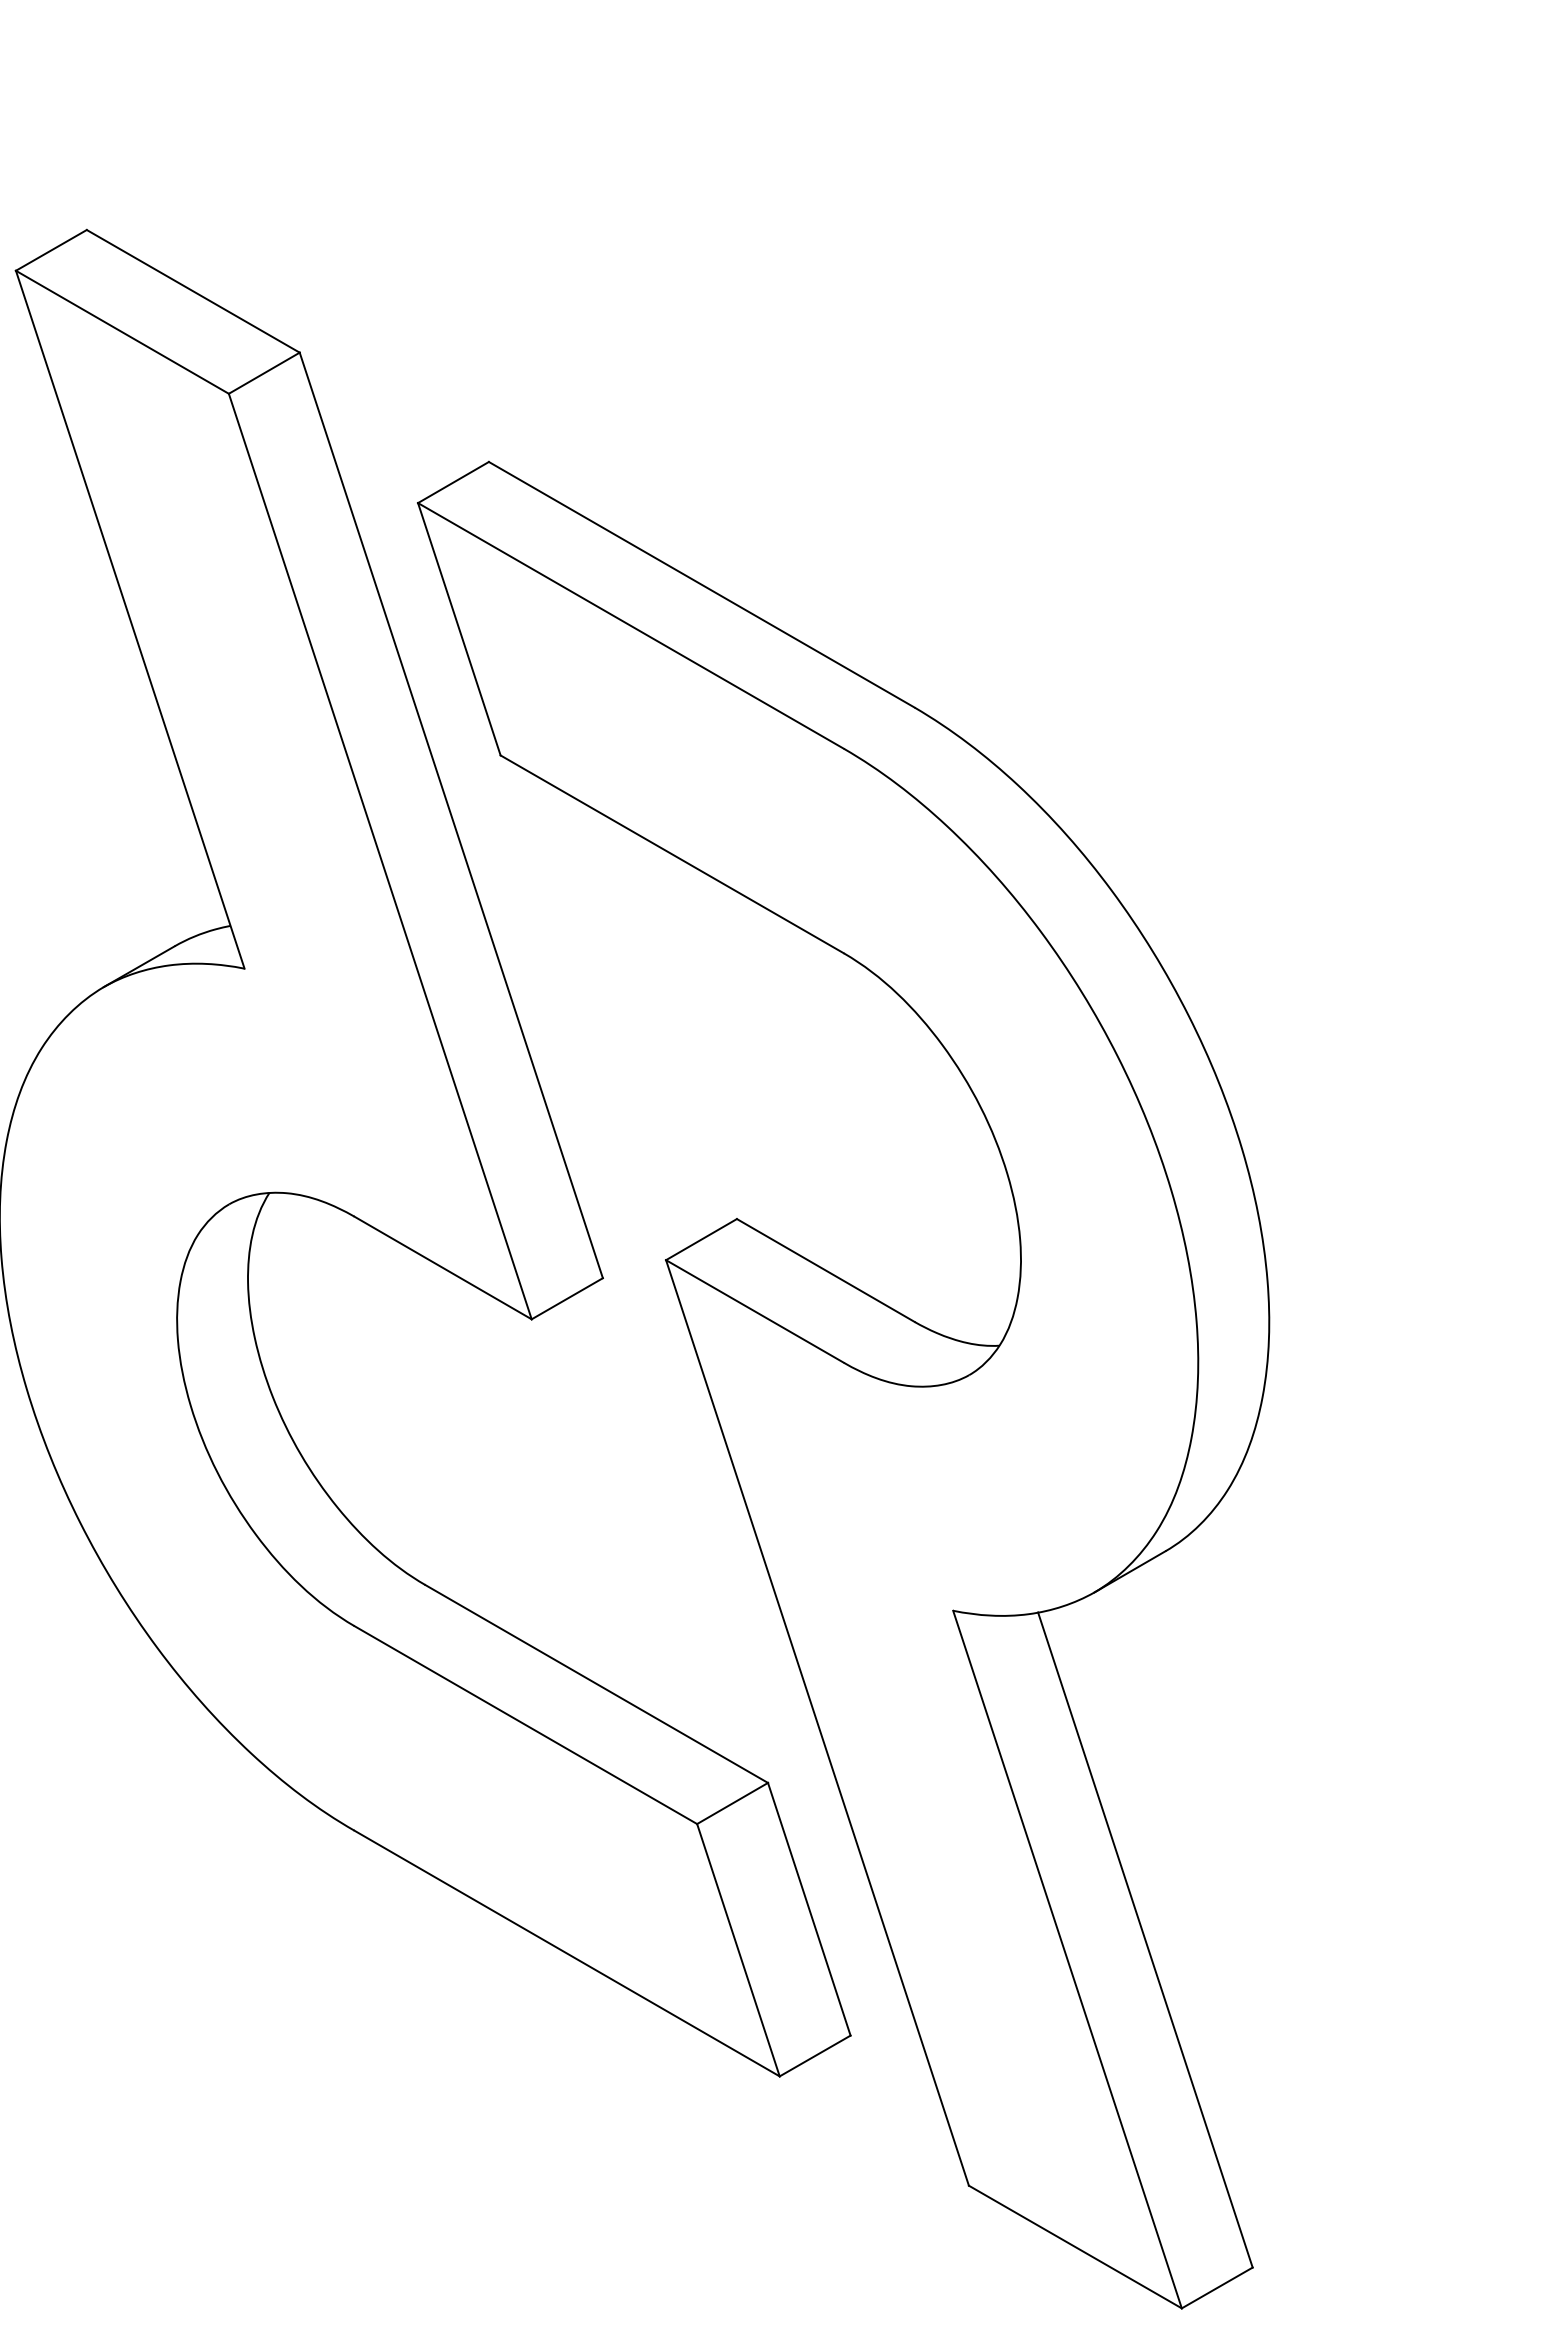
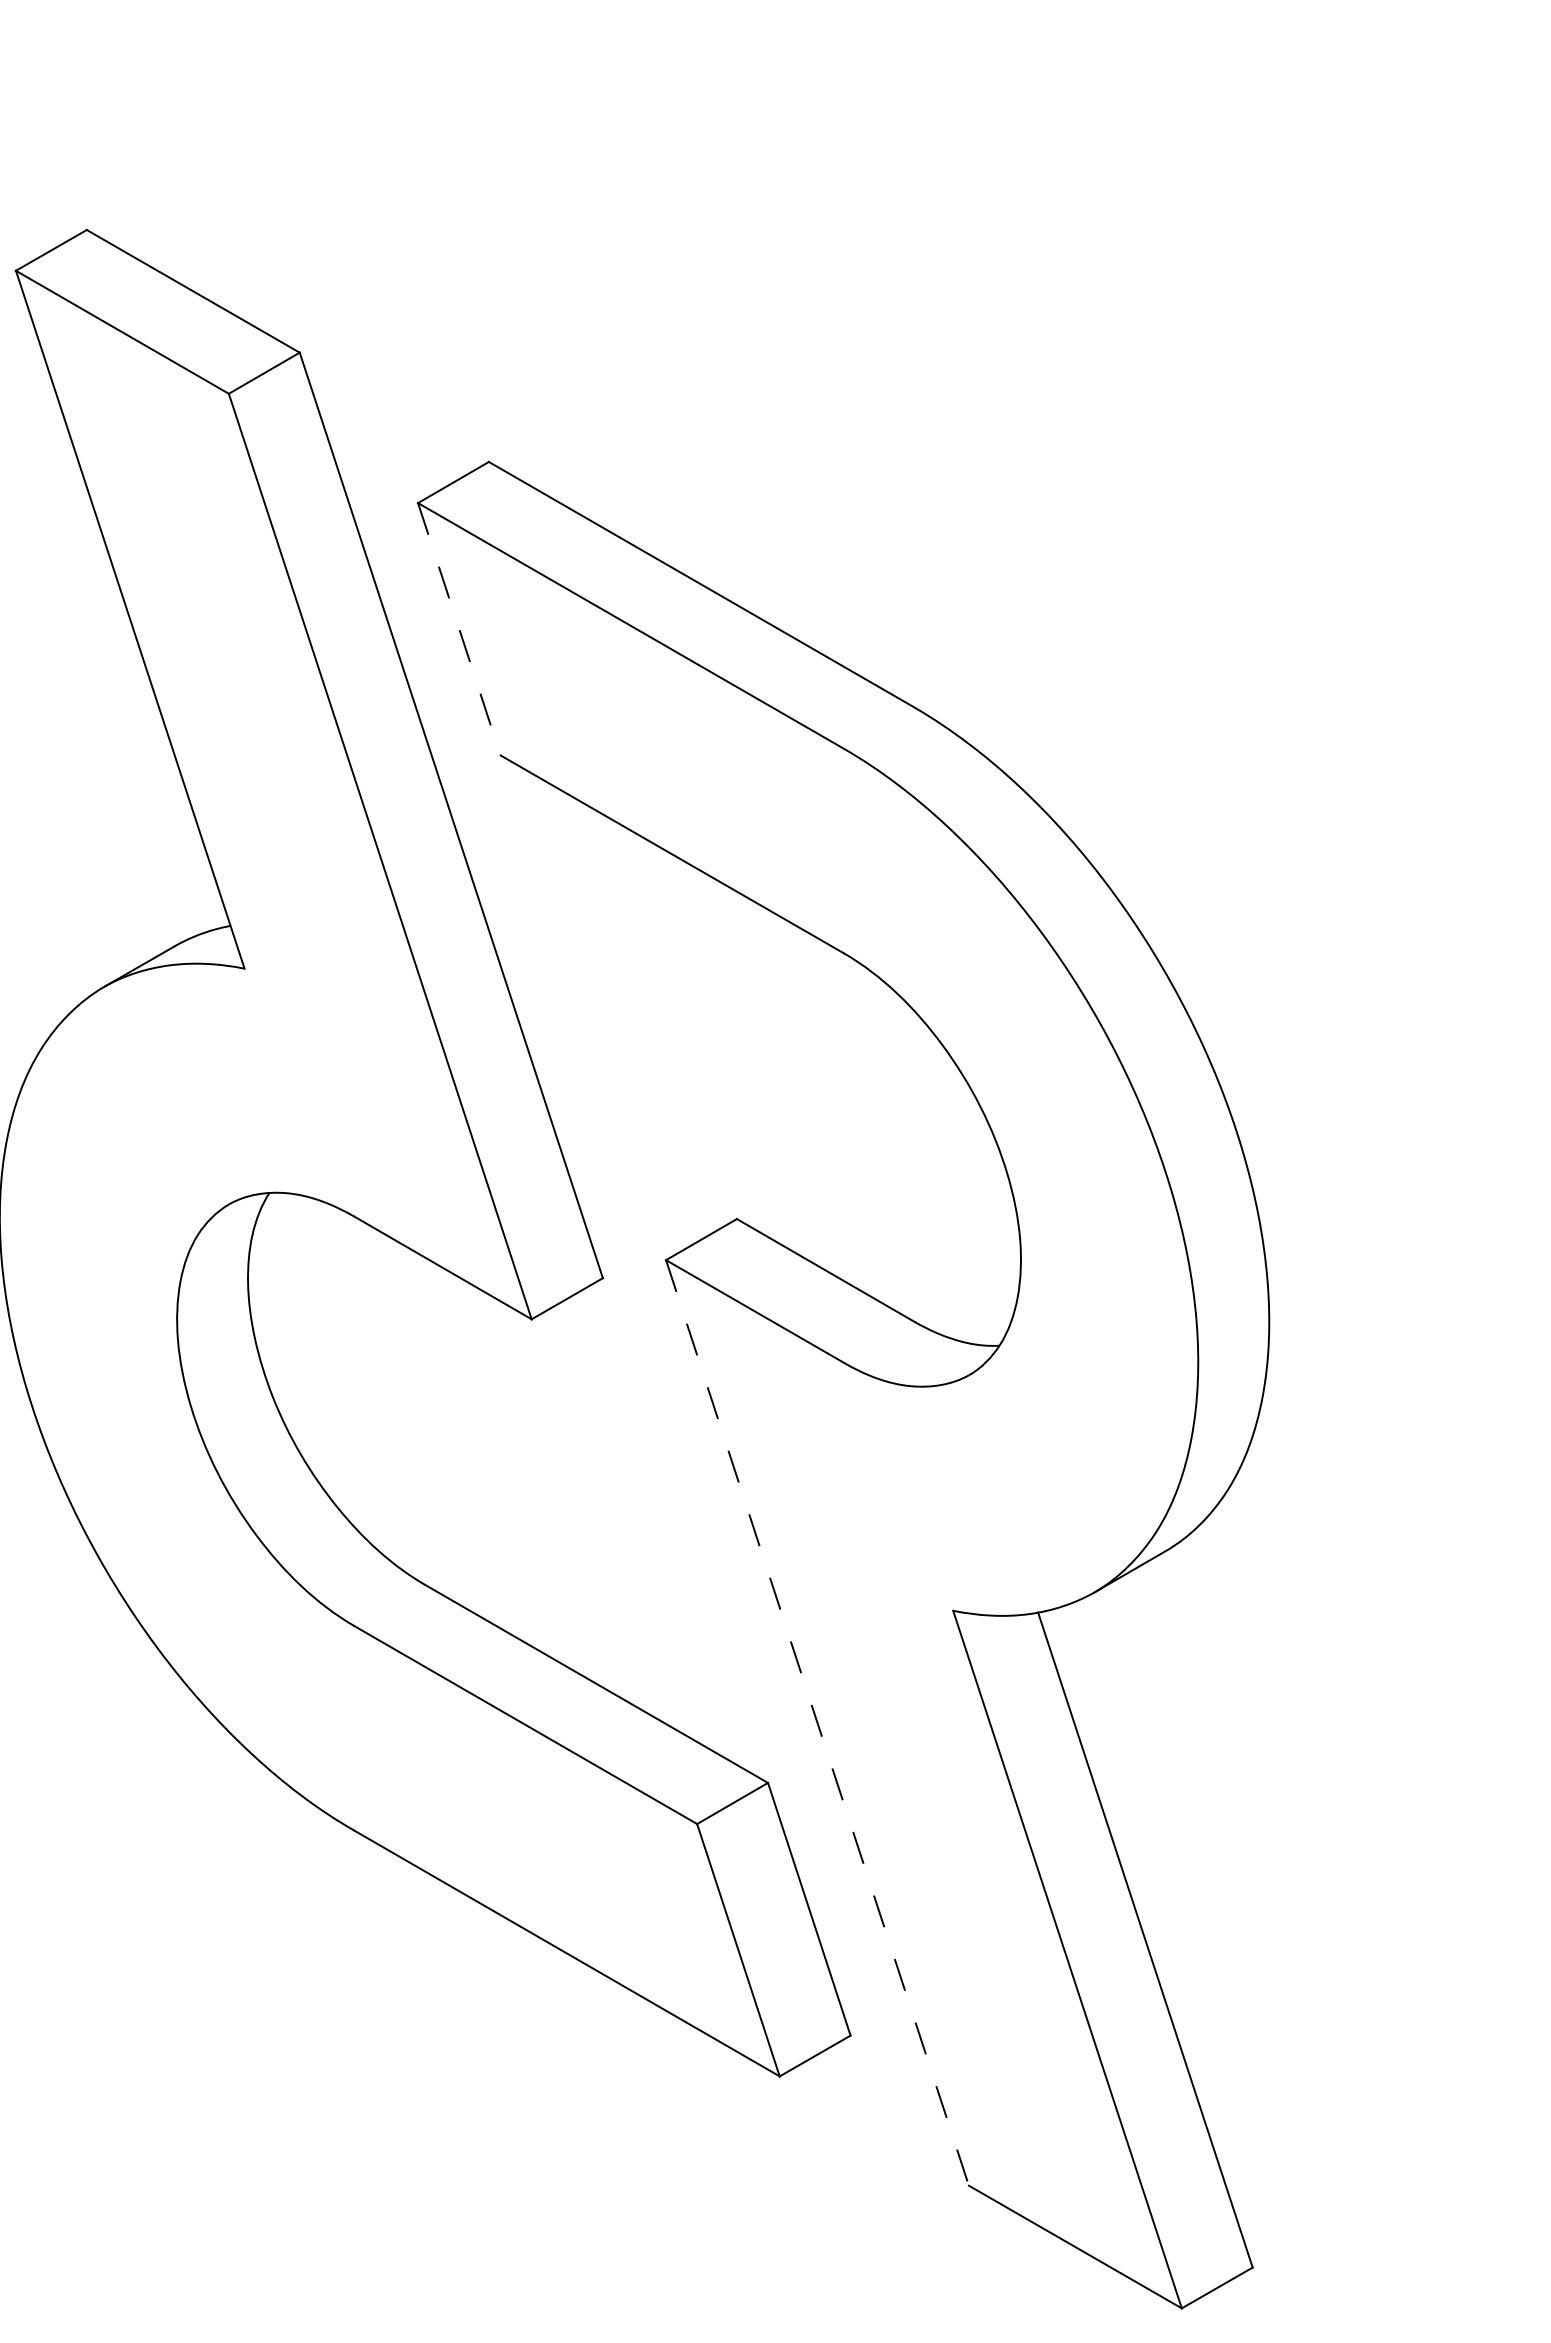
line at (459, 629): solid -> dashed
line at (817, 1722): solid -> dashed
